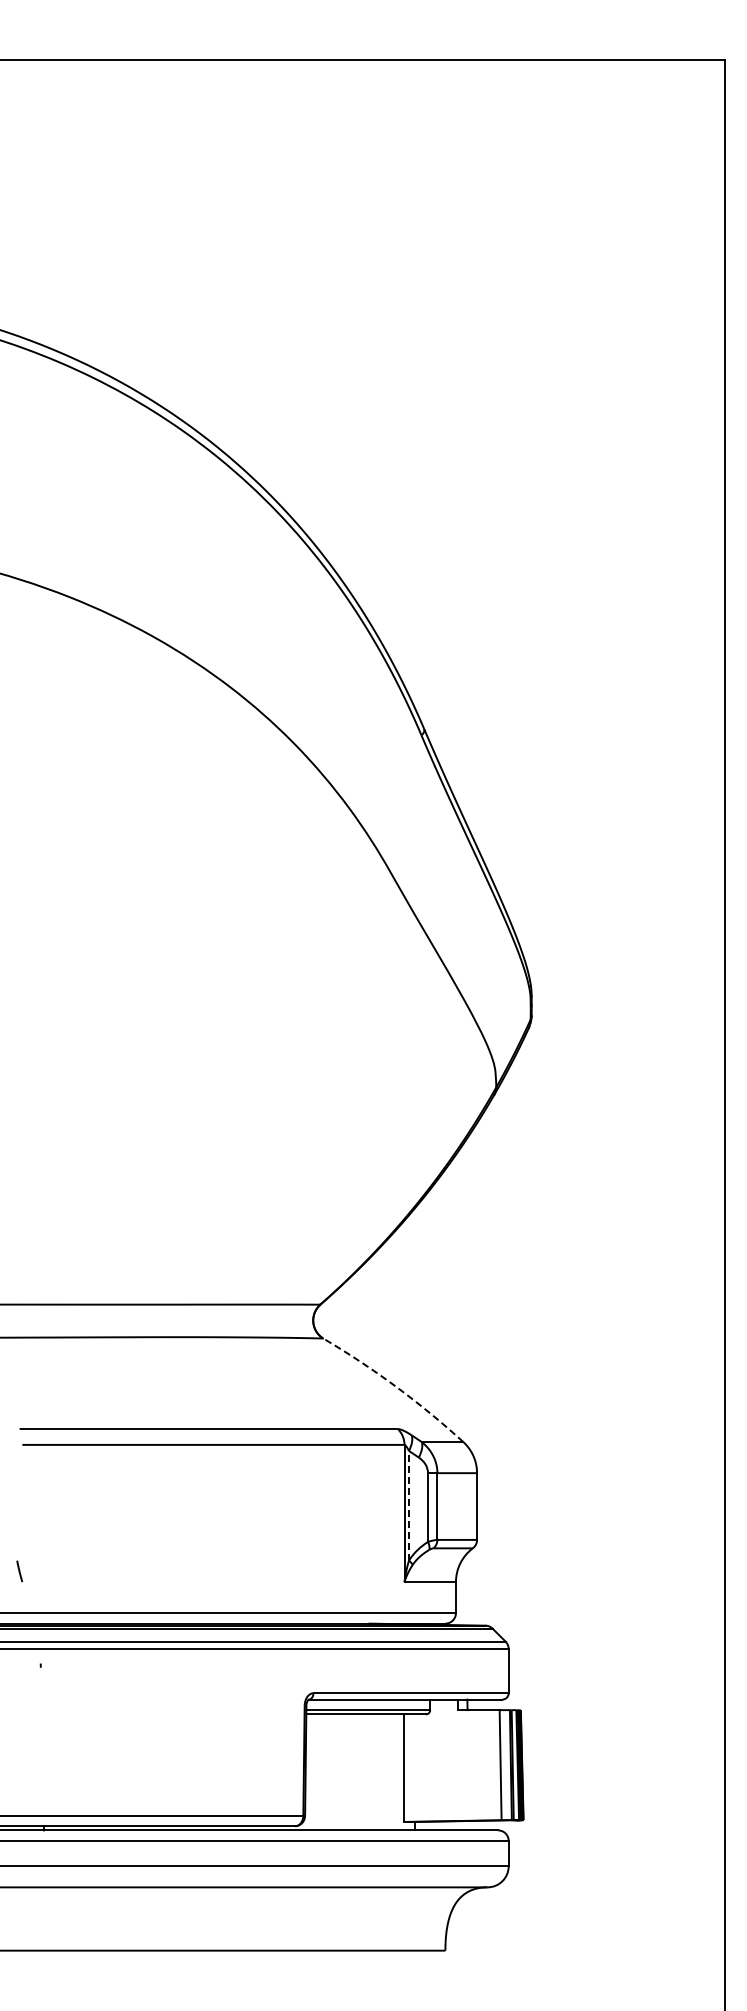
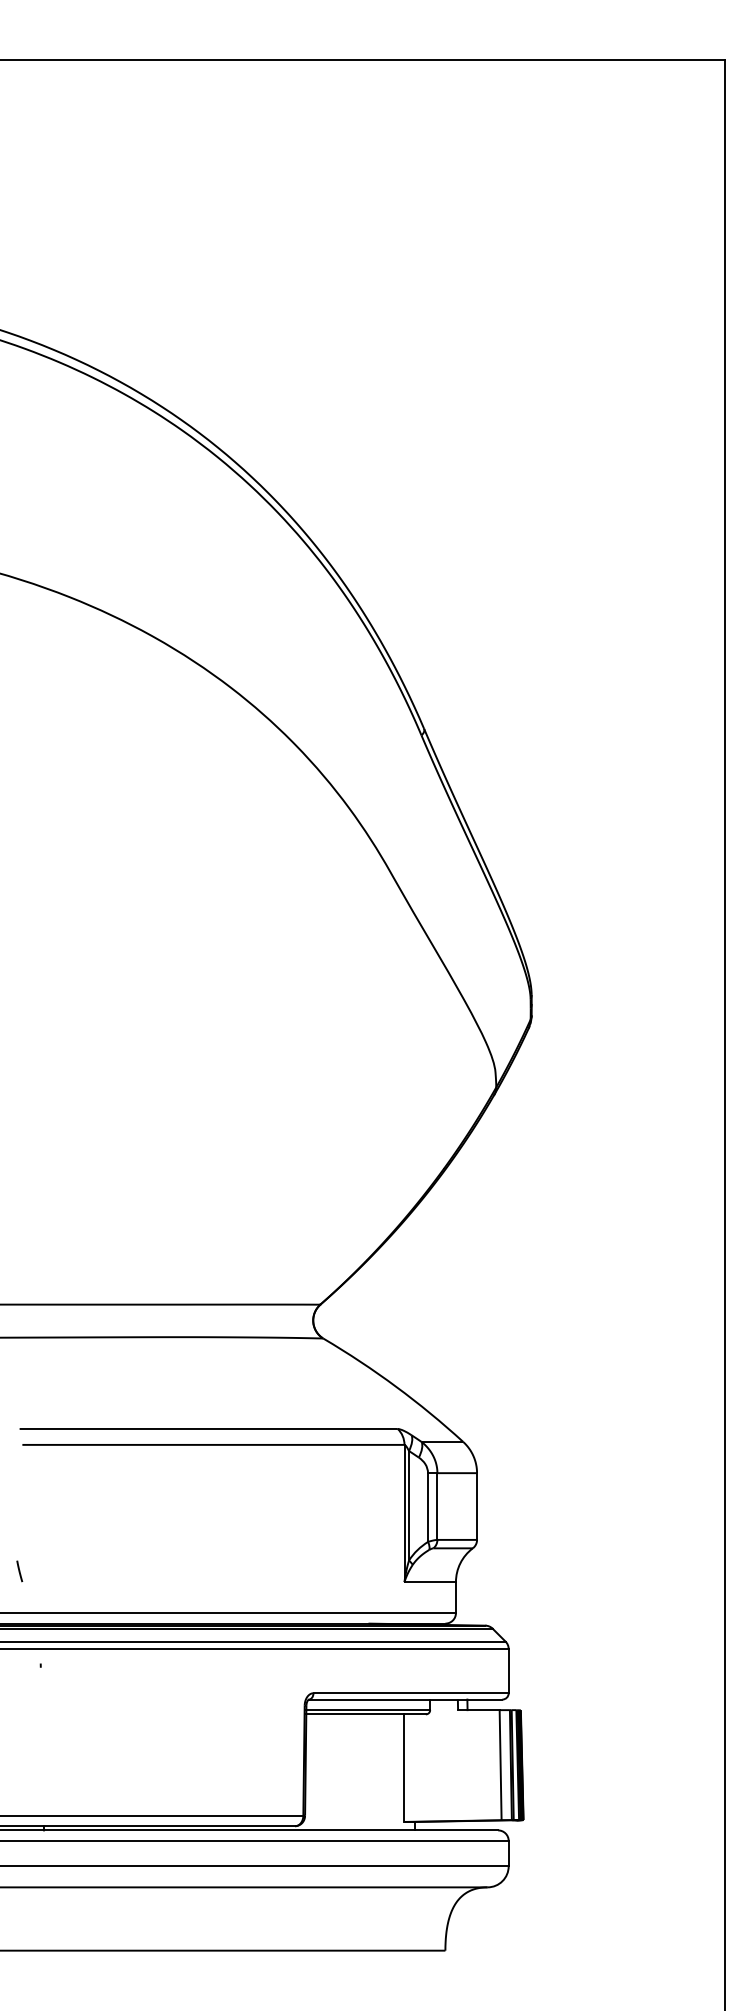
arc at (396, 1386): dashed -> solid
line at (409, 1505): dashed -> solid
